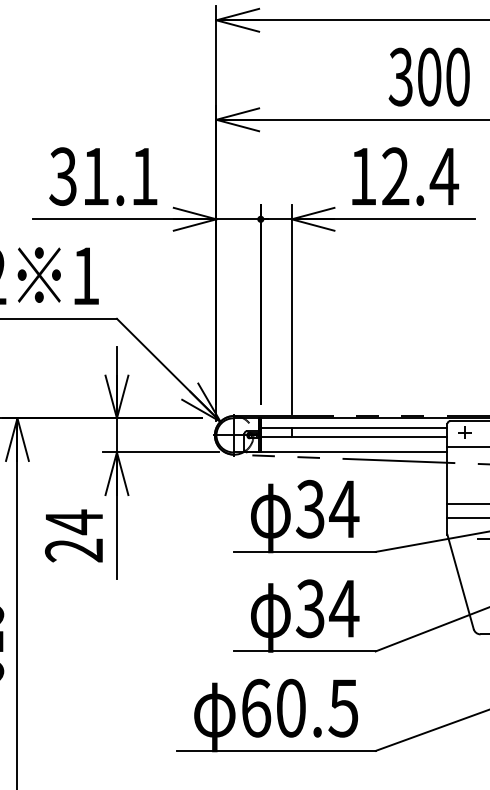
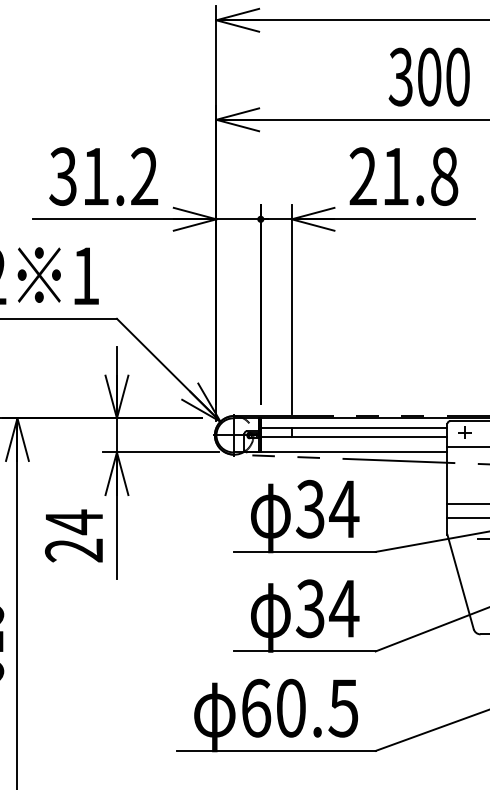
text at (144, 176): 31.1 -> 31.2
text at (404, 176): 12.4 -> 21.8
